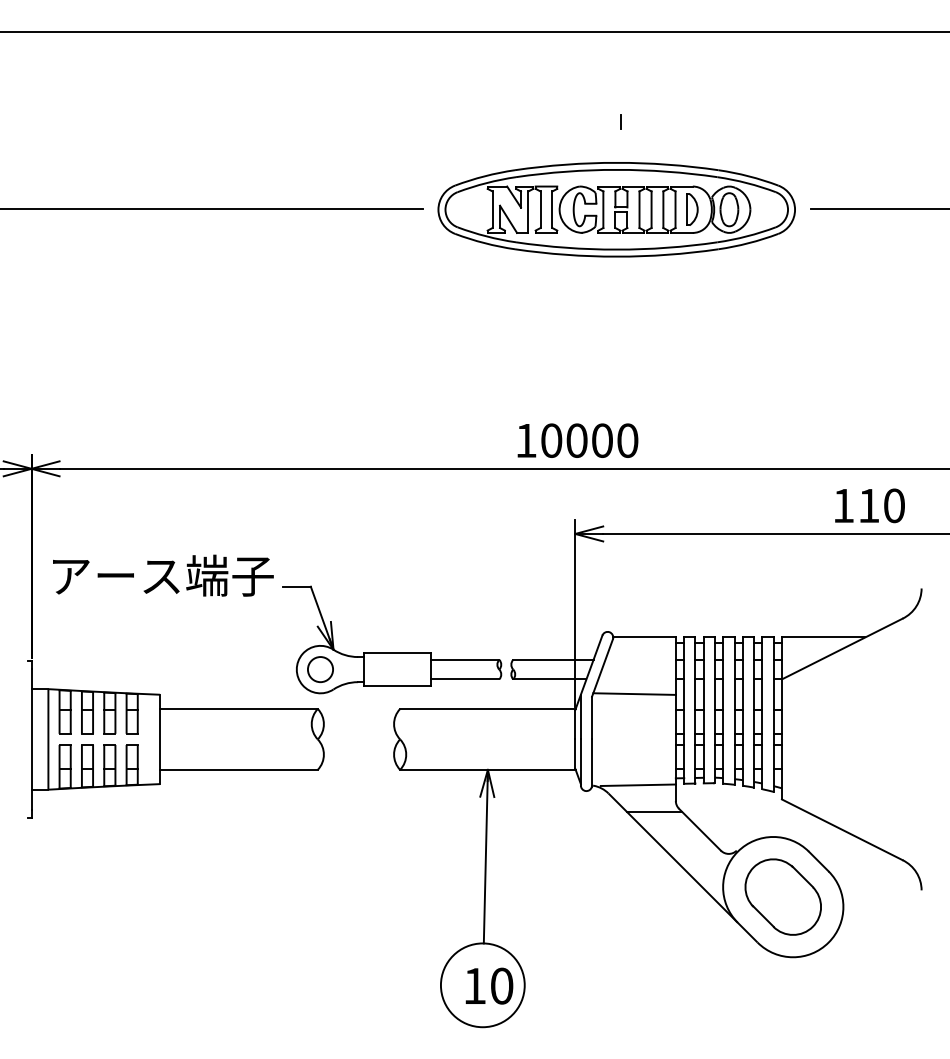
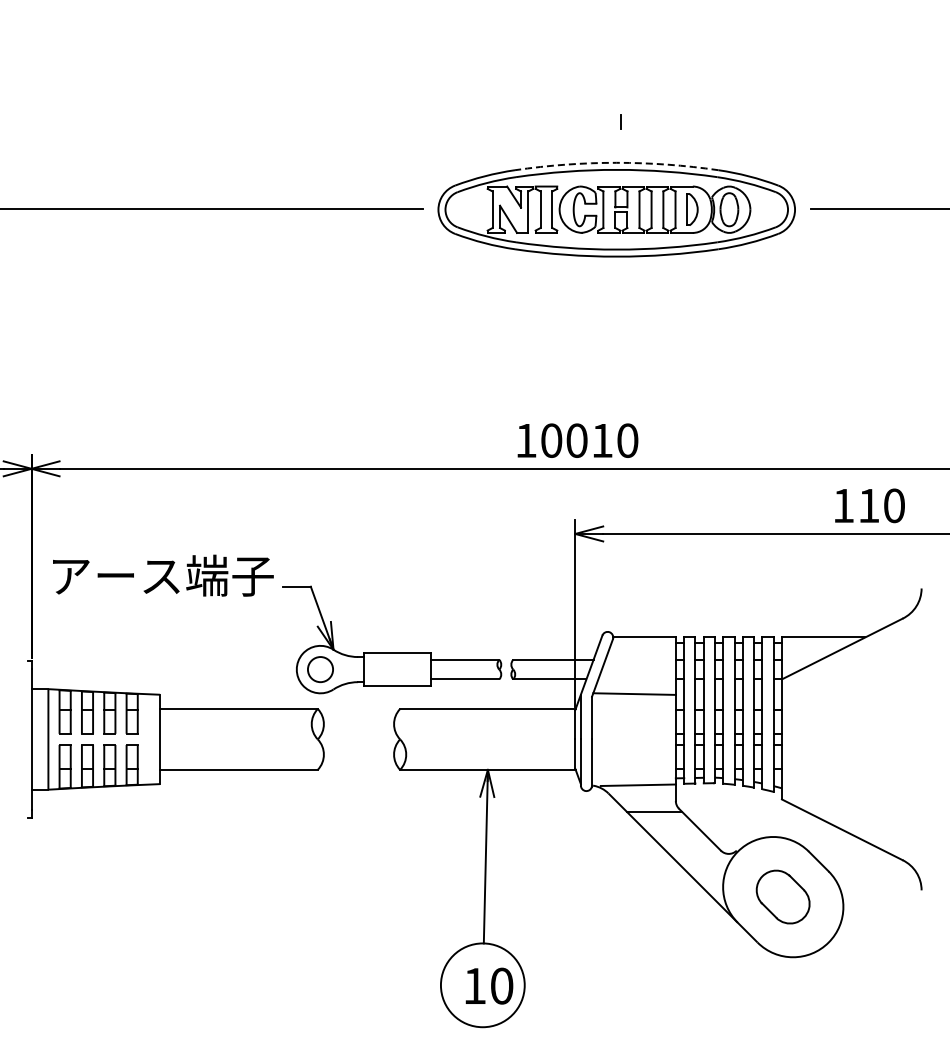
line at (474, 31): present -> none
arc at (616, 162): solid -> dashed
text at (602, 440): 10000 -> 10010
part at (782, 896) size: 78x78 px -> 56x56 px
